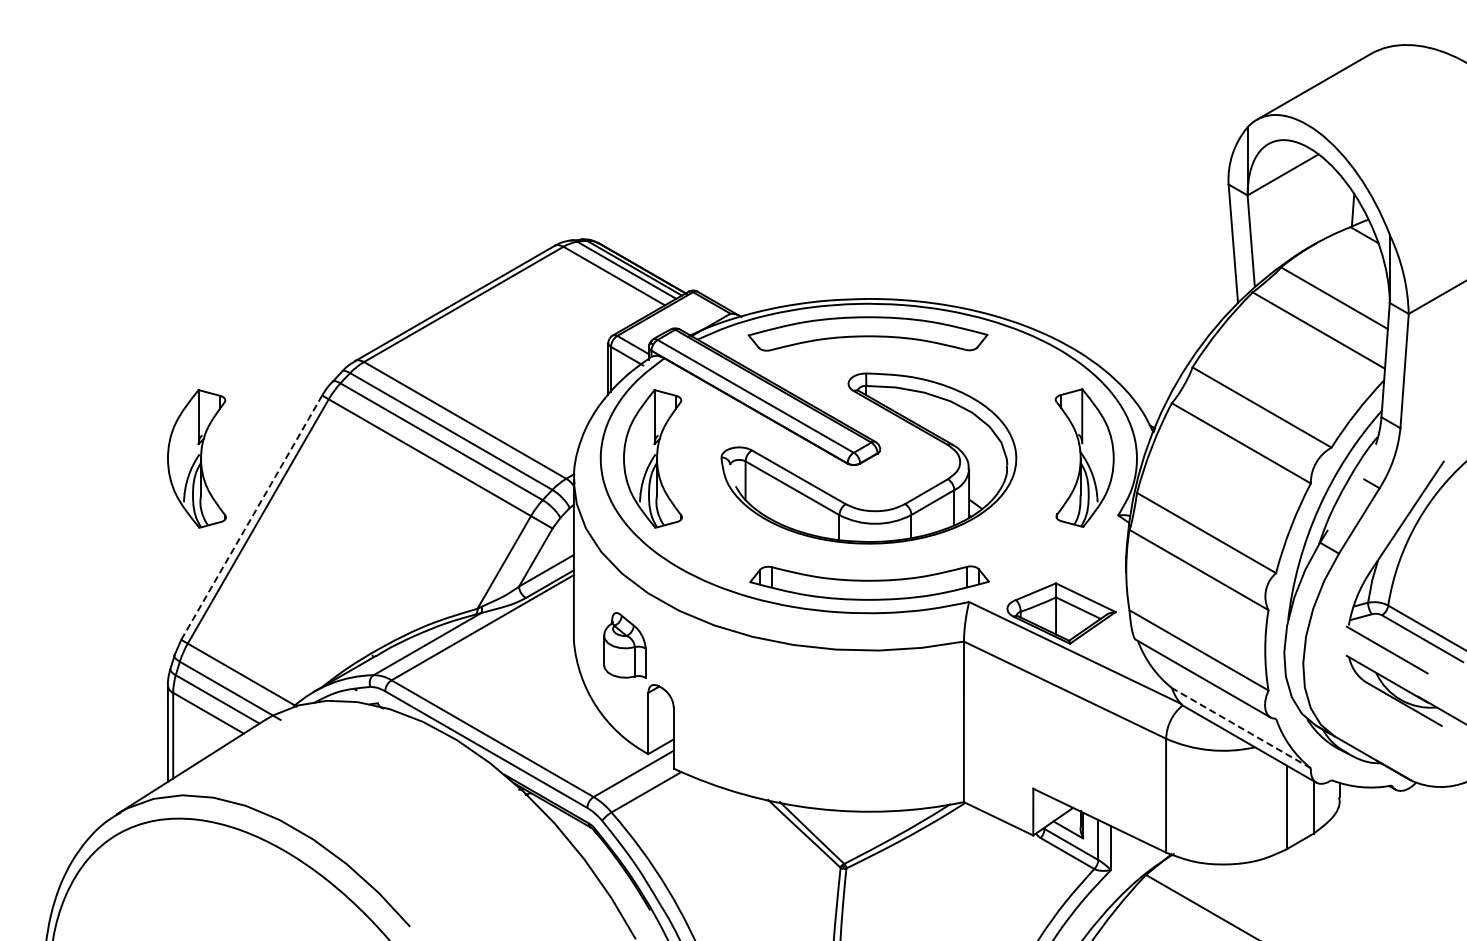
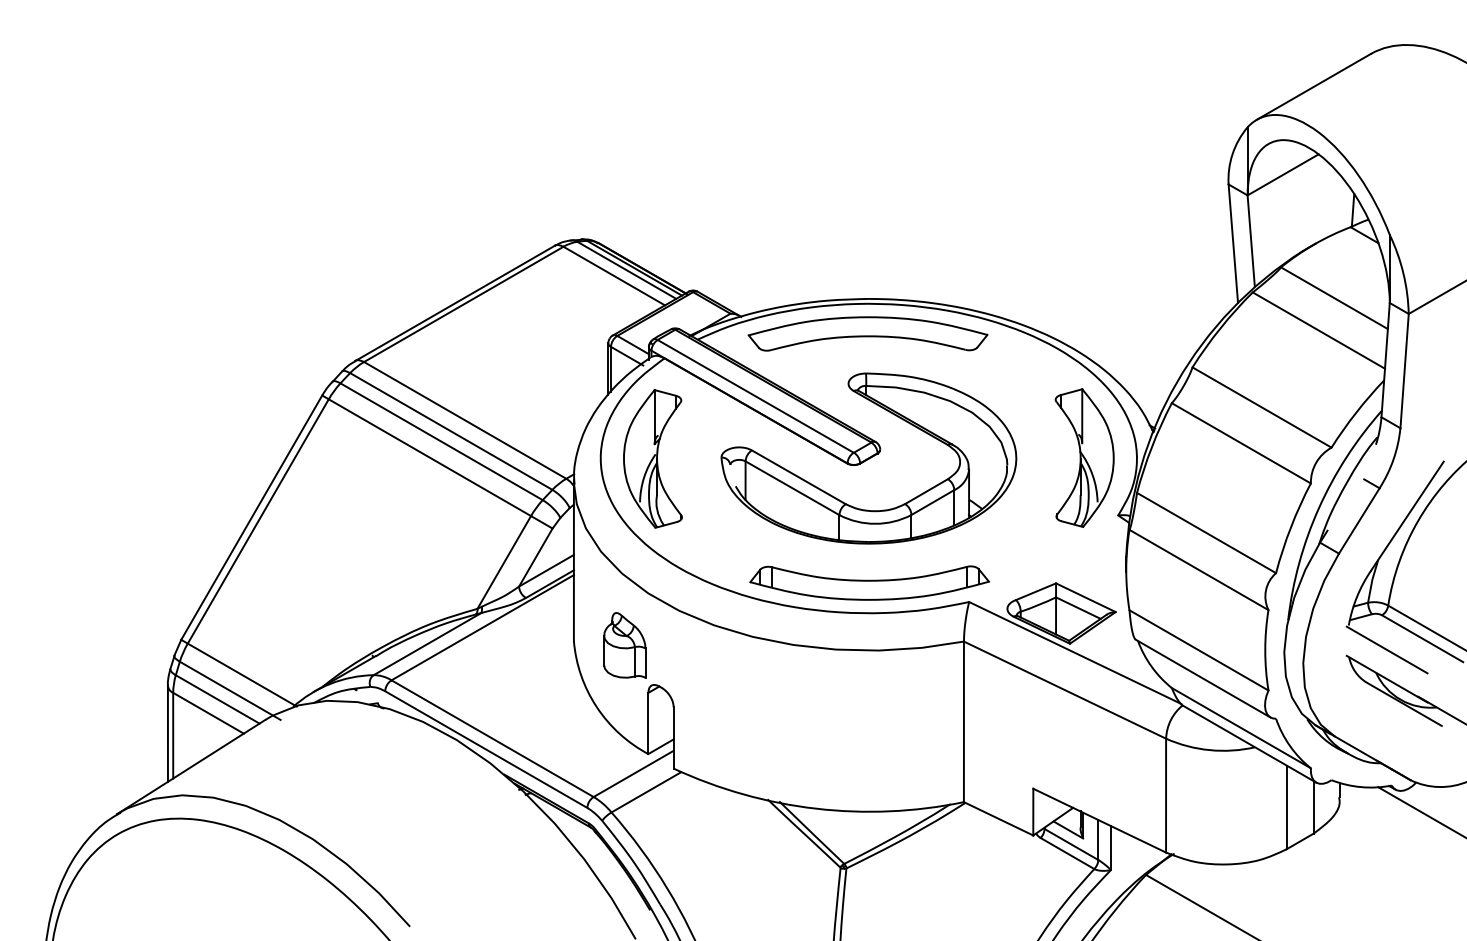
part at (196, 458): present -> none
line at (251, 518): dashed -> solid
line at (1240, 727): dashed -> solid
line at (1420, 811): none -> present
